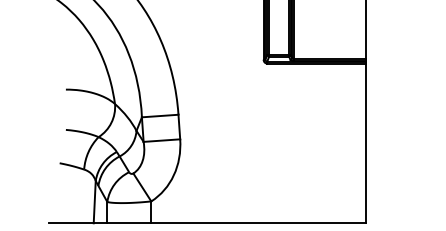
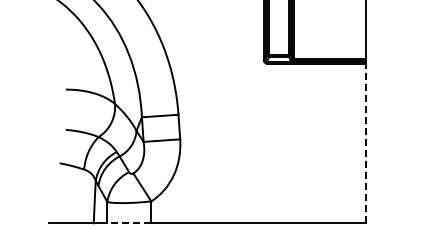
line at (366, 143): solid -> dashed
line at (129, 223): solid -> dashed
